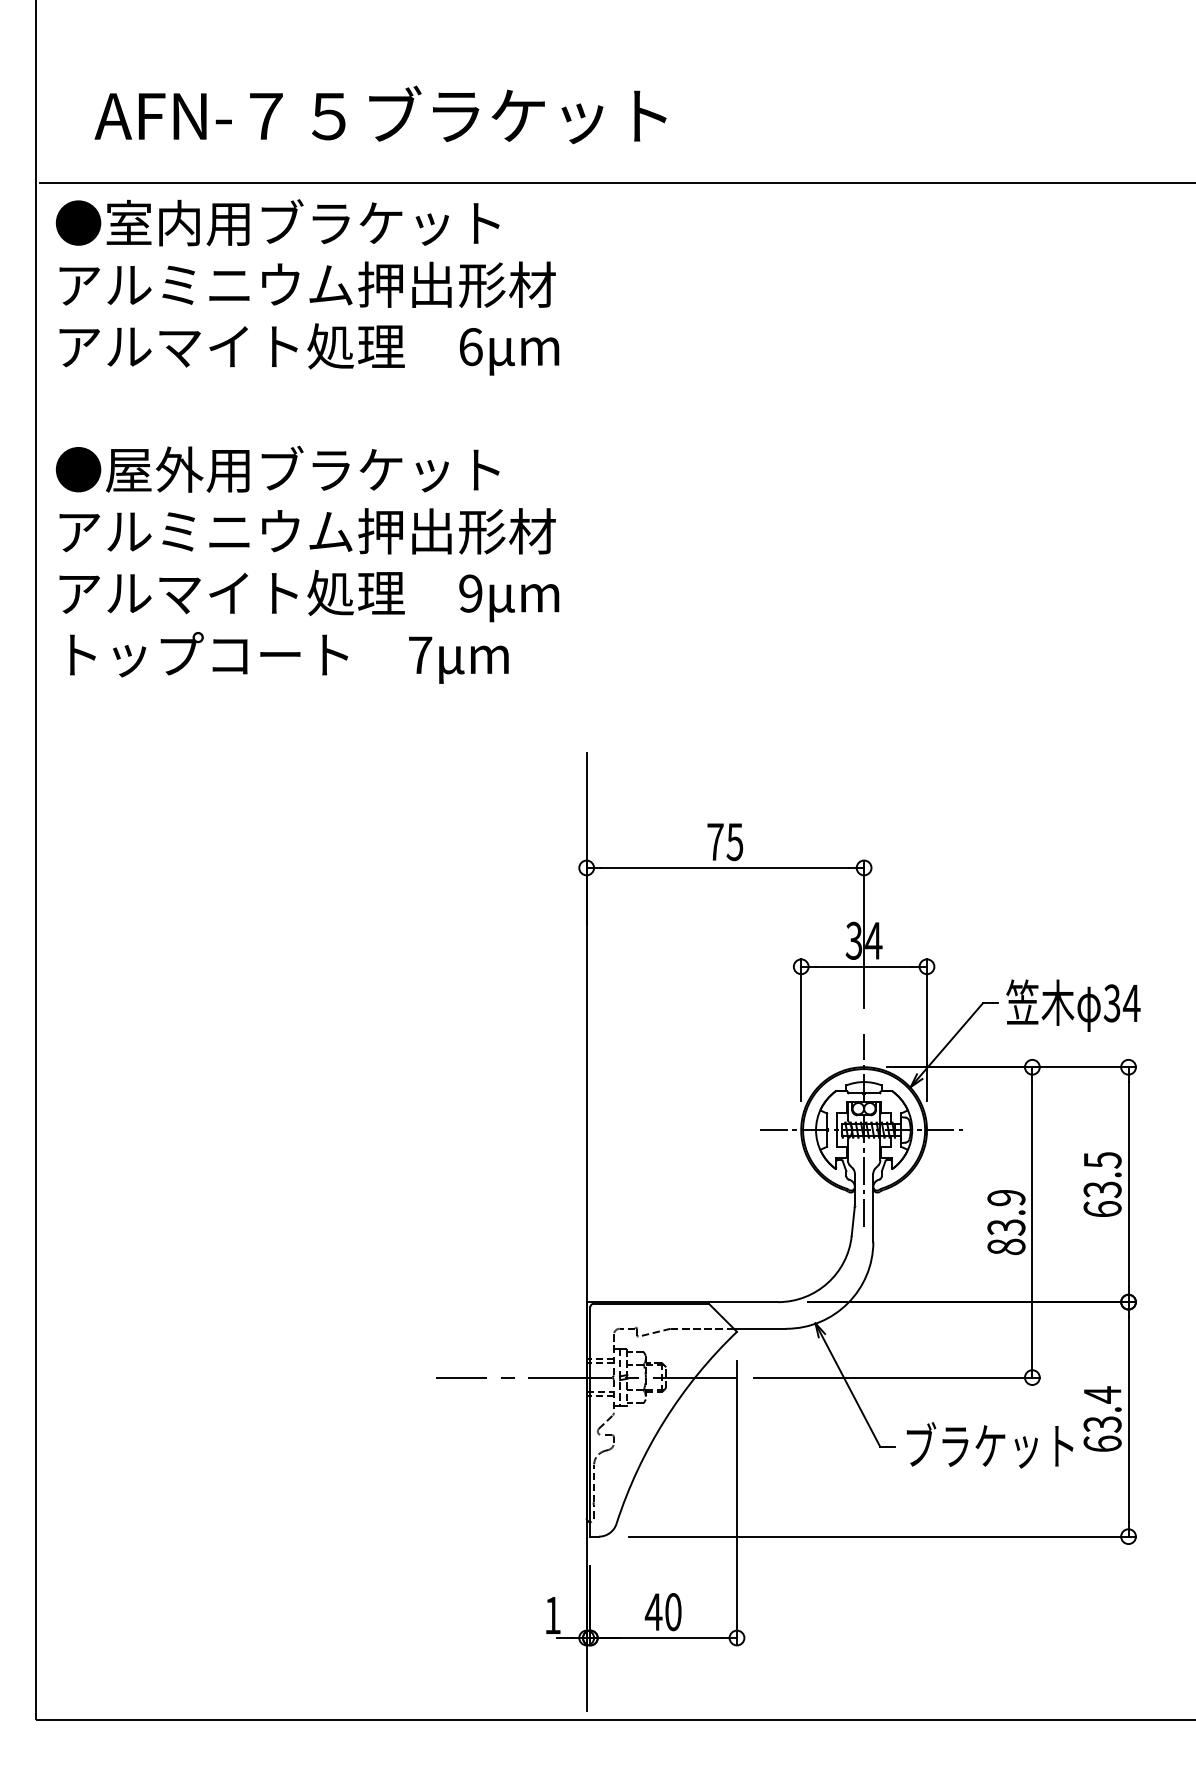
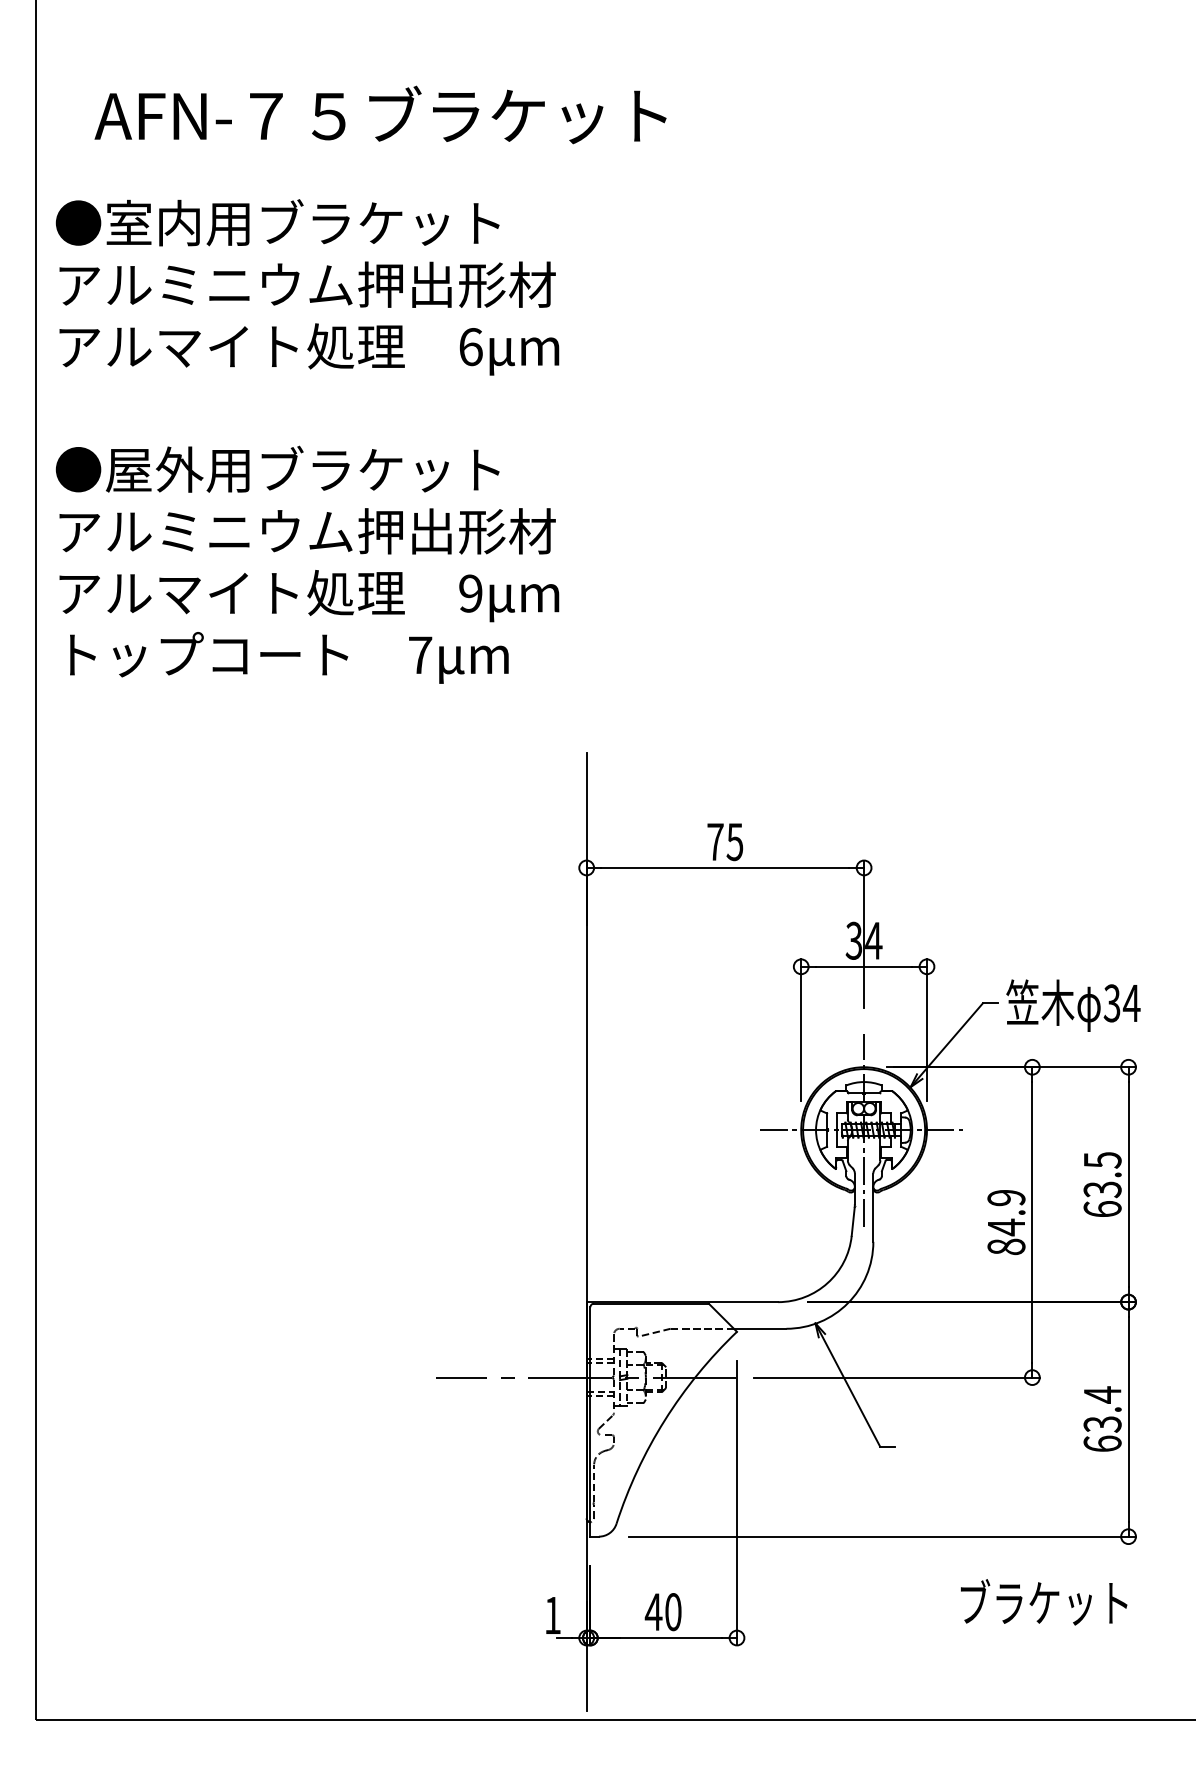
line at (615, 183): present -> none
text at (1006, 1227): 83.9 -> 84.9
text at (990, 1445) position: (990, 1445) -> (1044, 1602)
